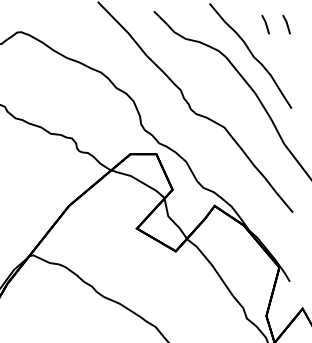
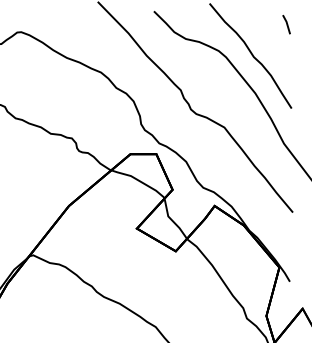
line at (265, 24): present -> none
